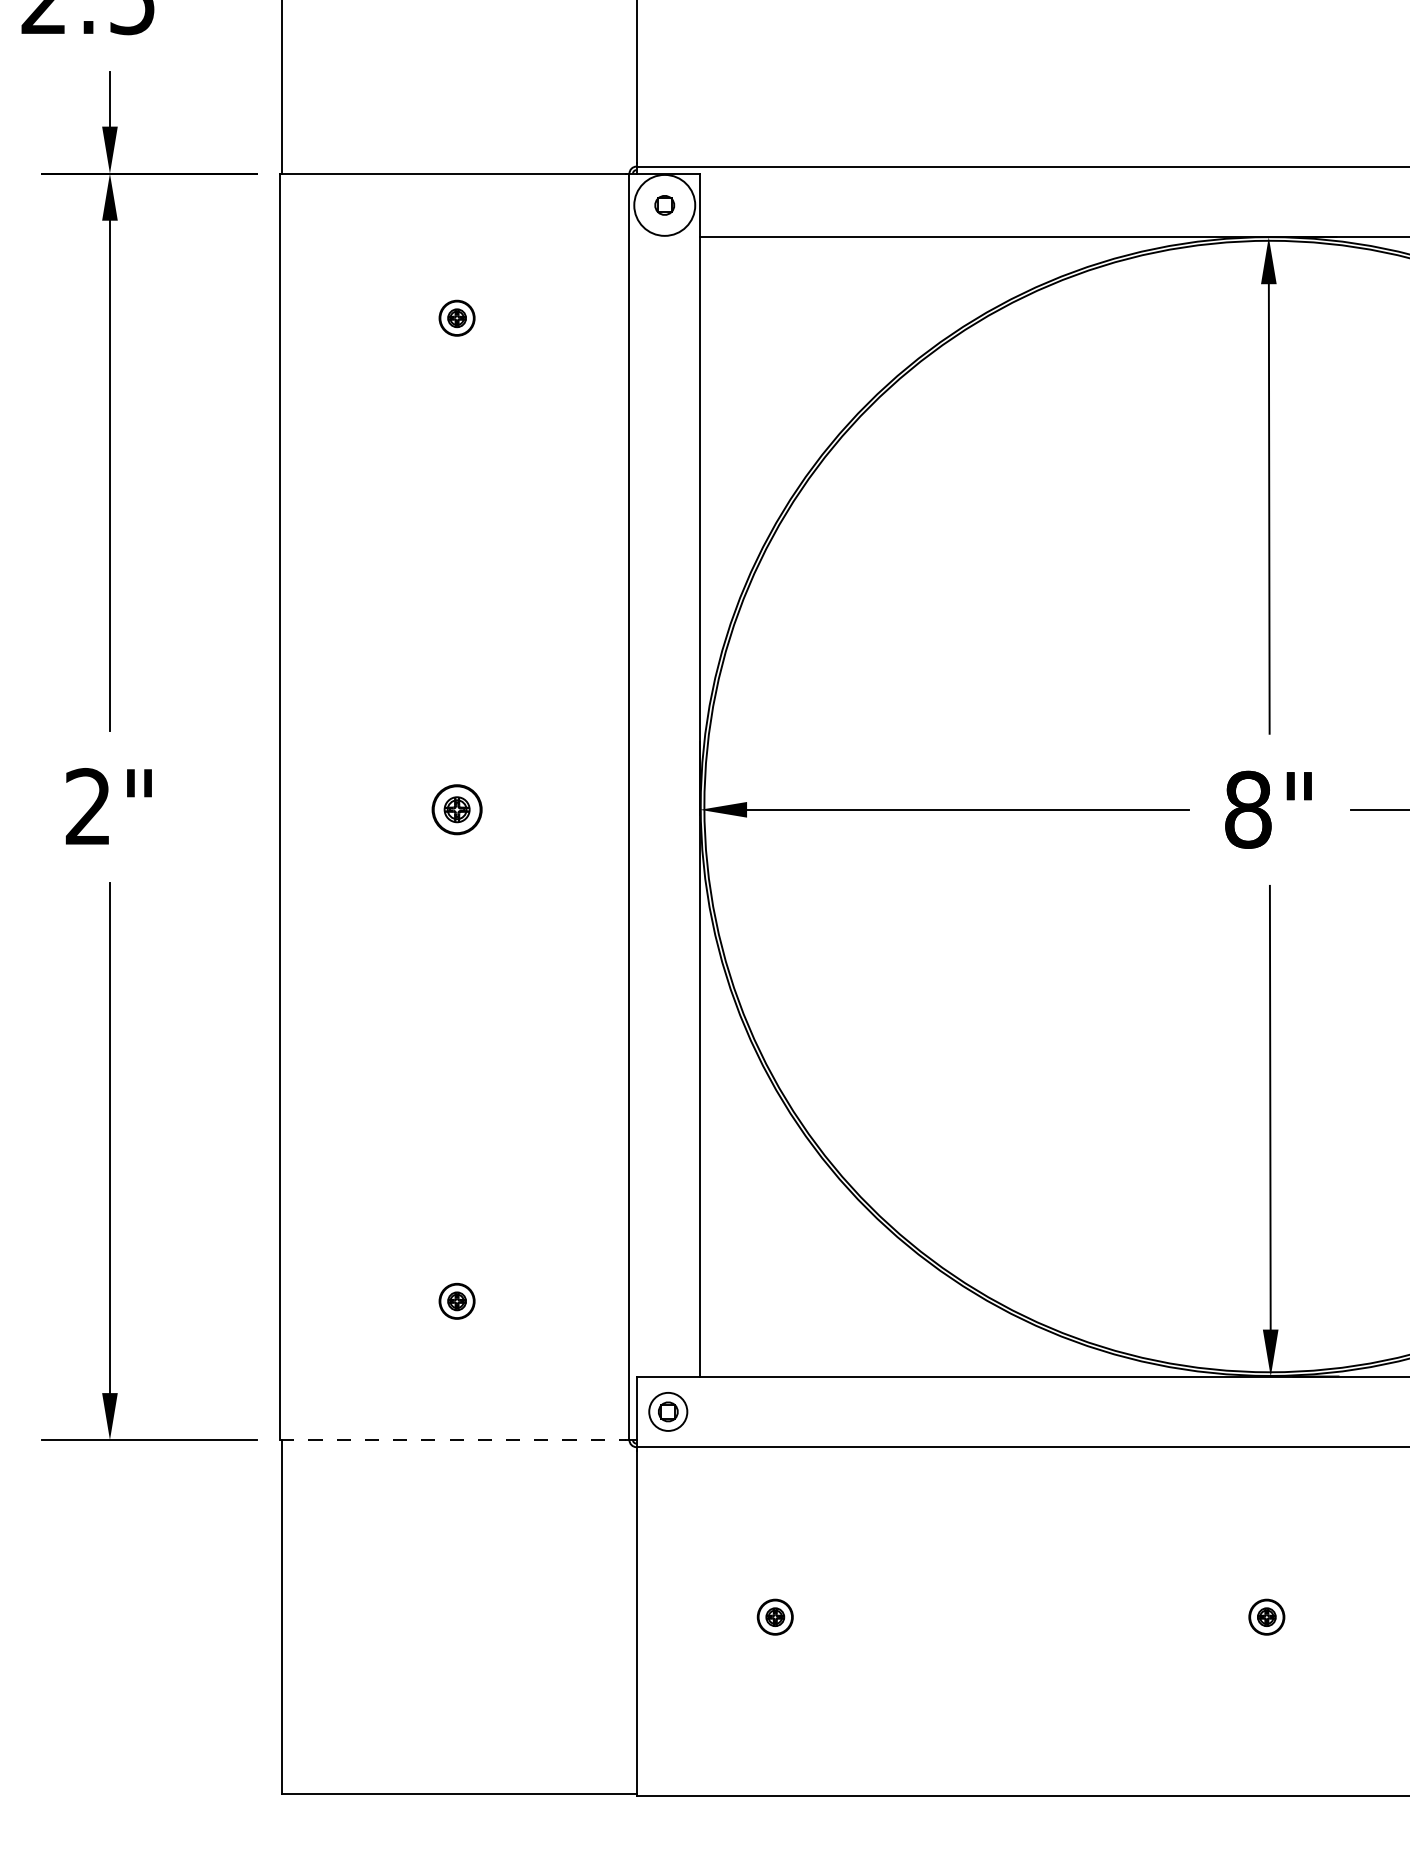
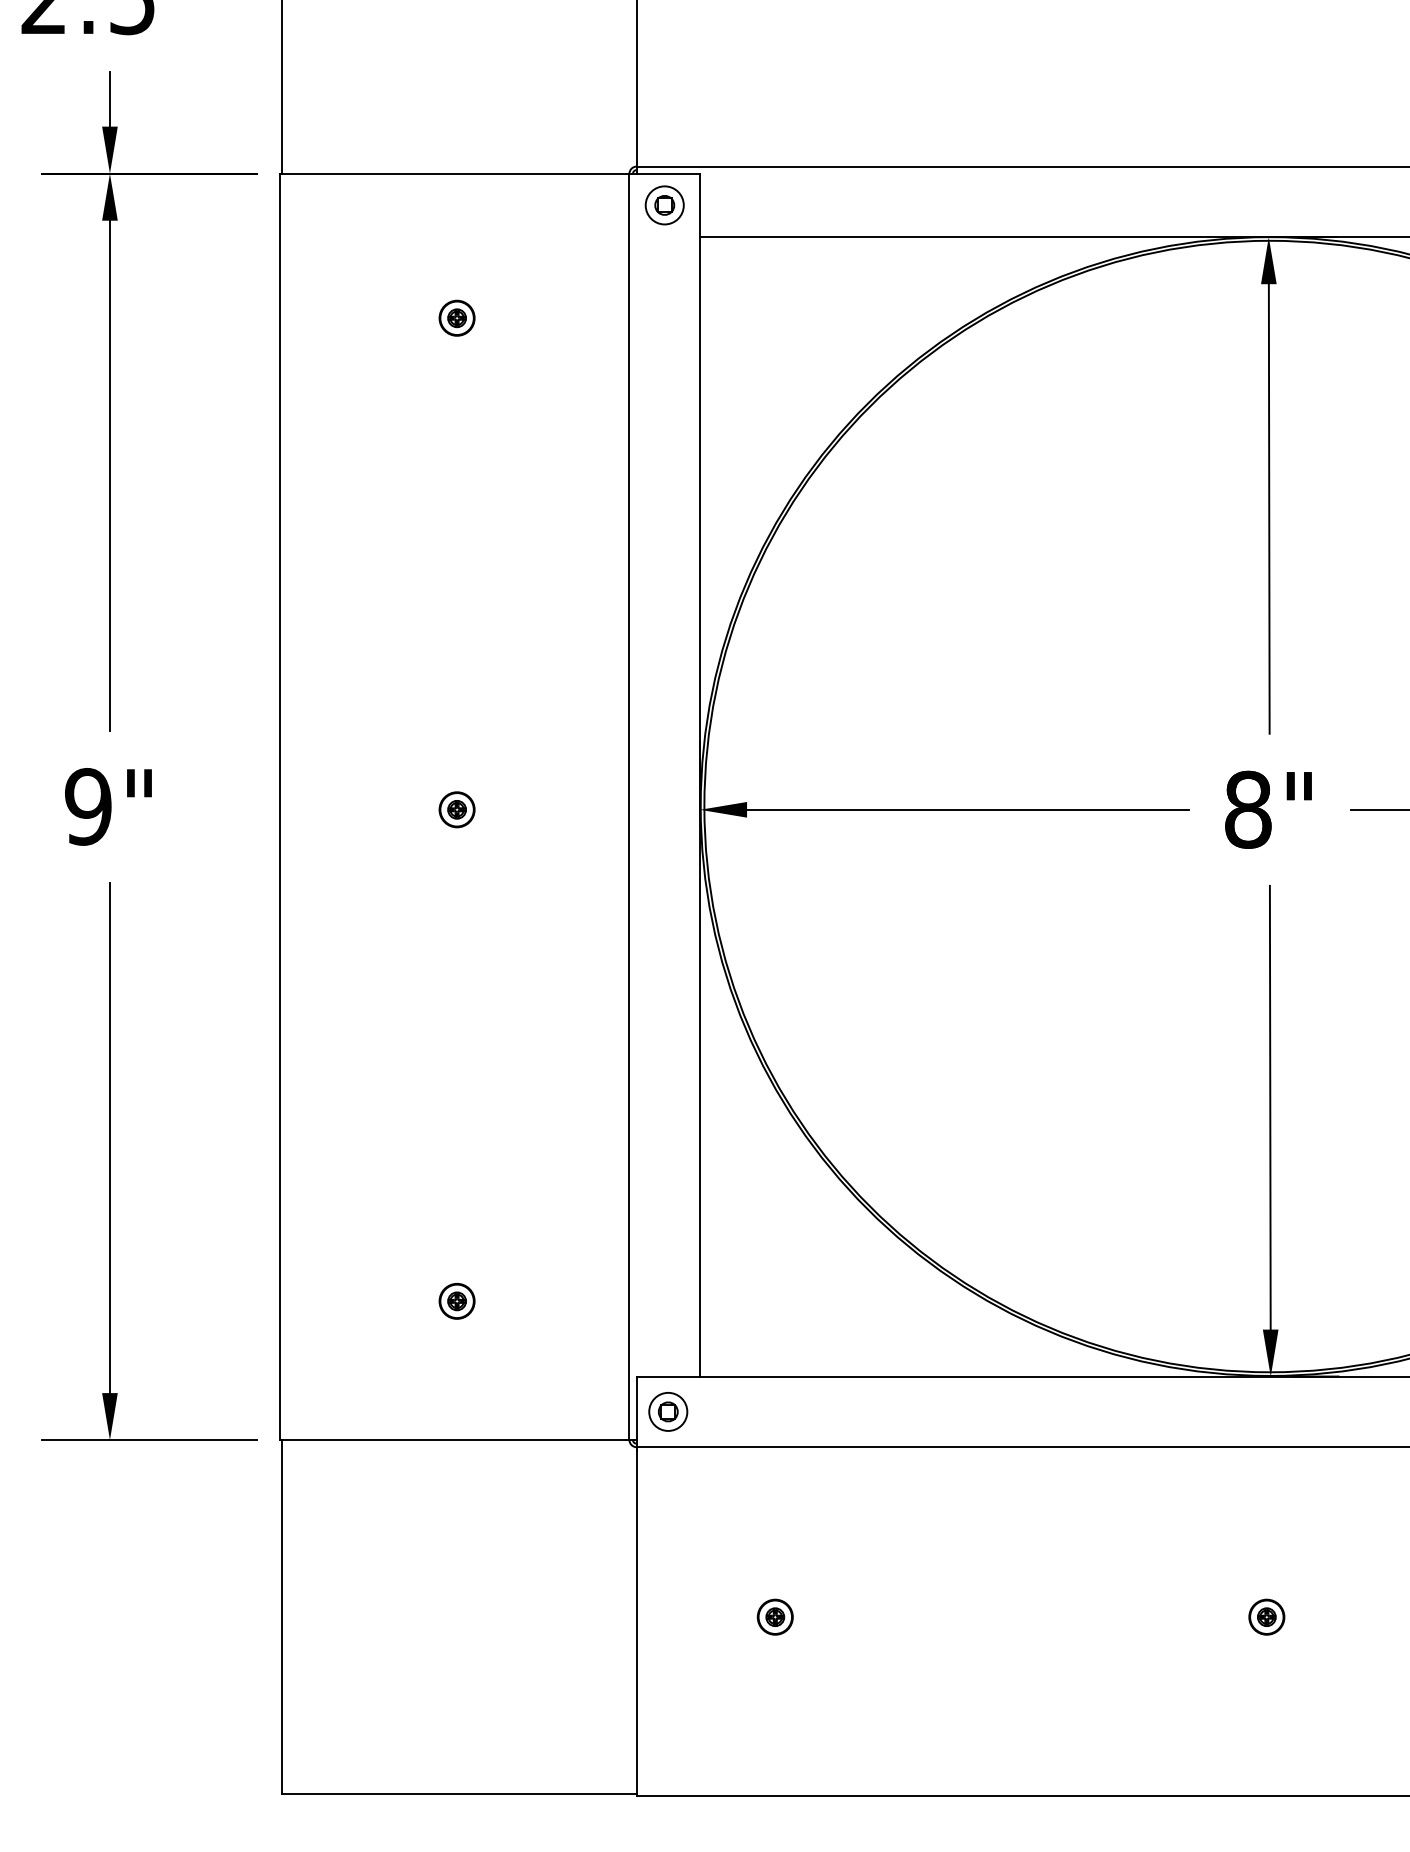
circle at (664, 204) diameter: 61 px -> 38 px
text at (88, 806): 2" -> 9"
part at (456, 809) size: 52x52 px -> 38x38 px
line at (453, 1440): dashed -> solid
